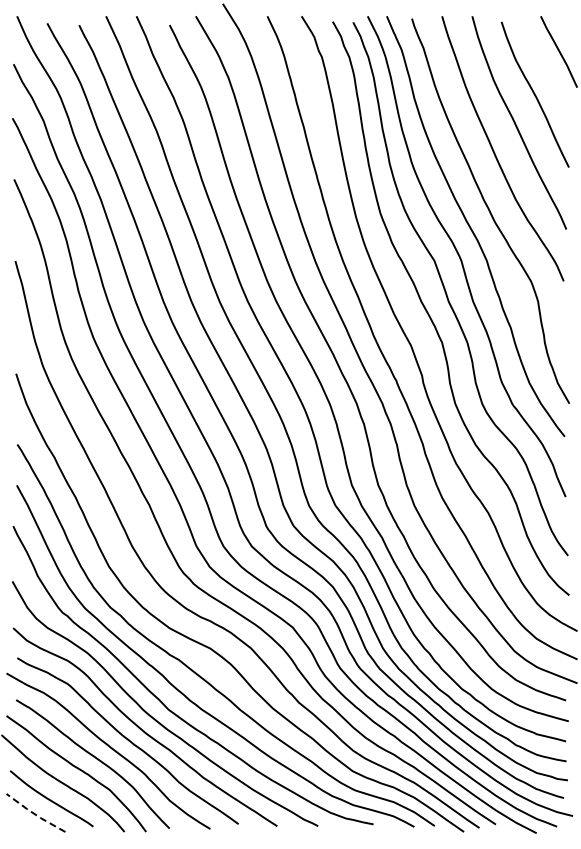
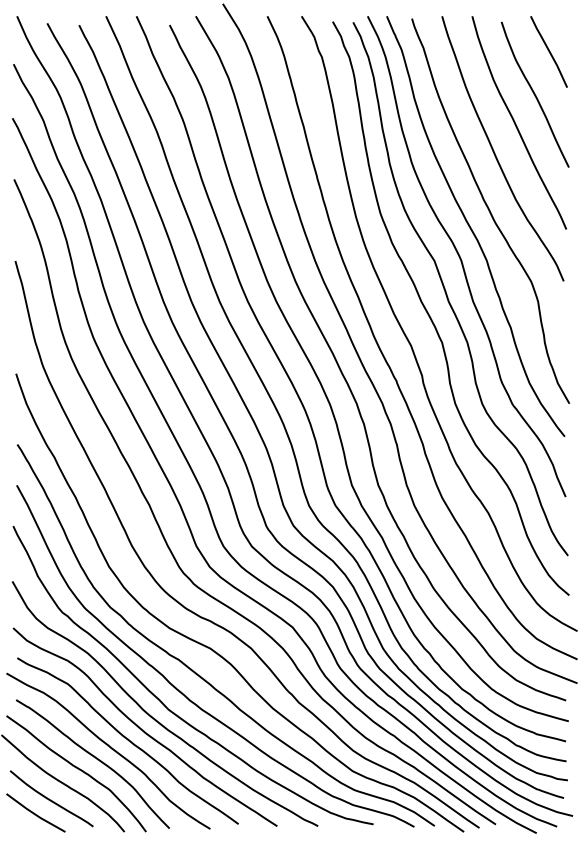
line at (558, 51) position: (558, 51) -> (548, 51)
line at (35, 814): dashed -> solid
